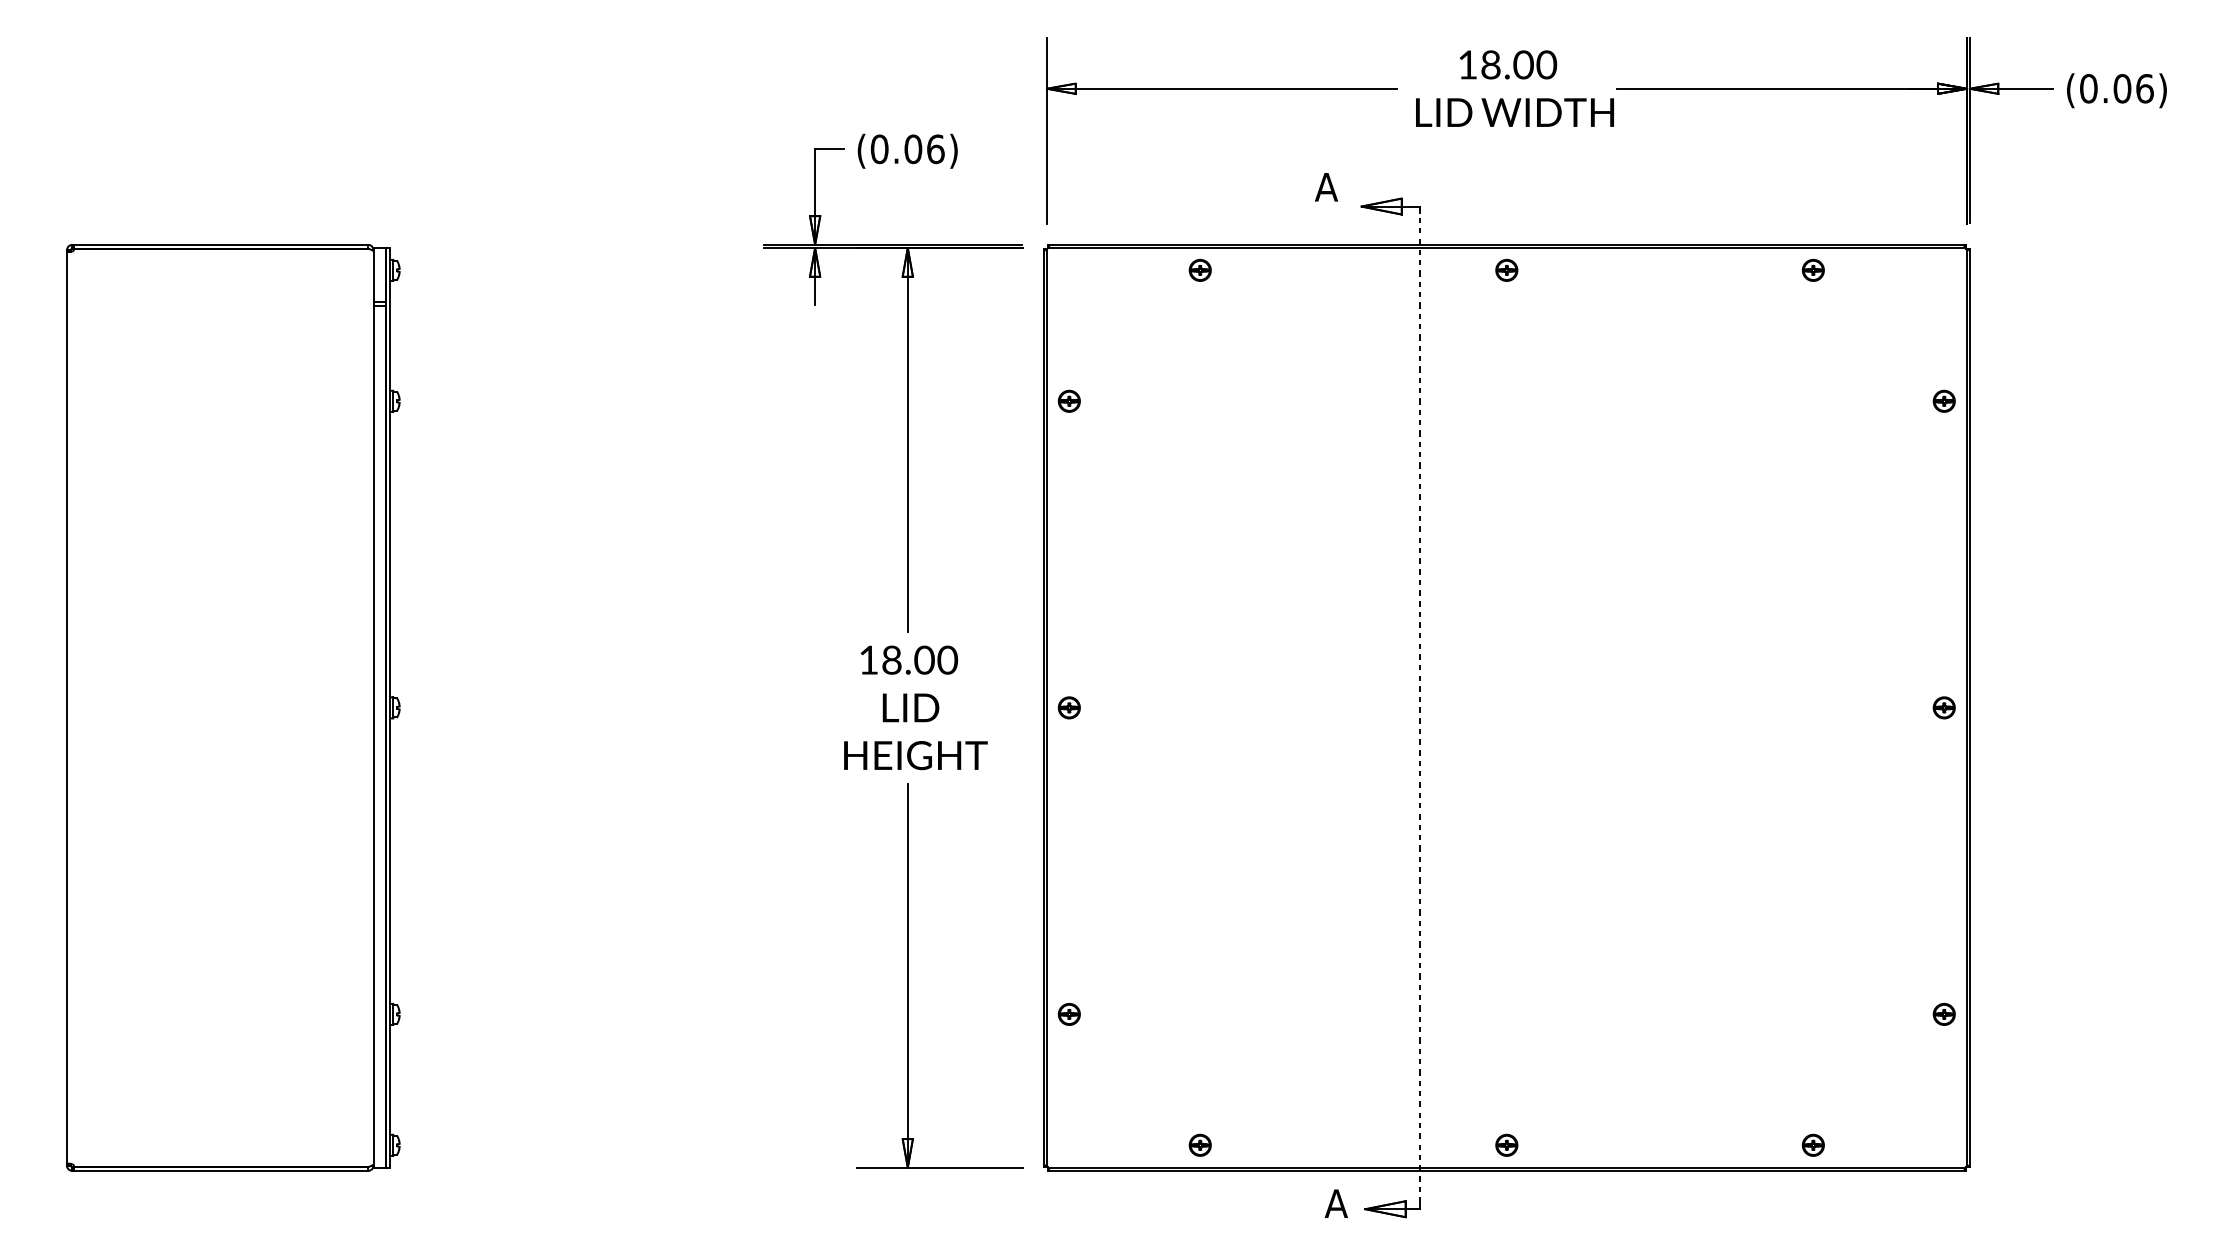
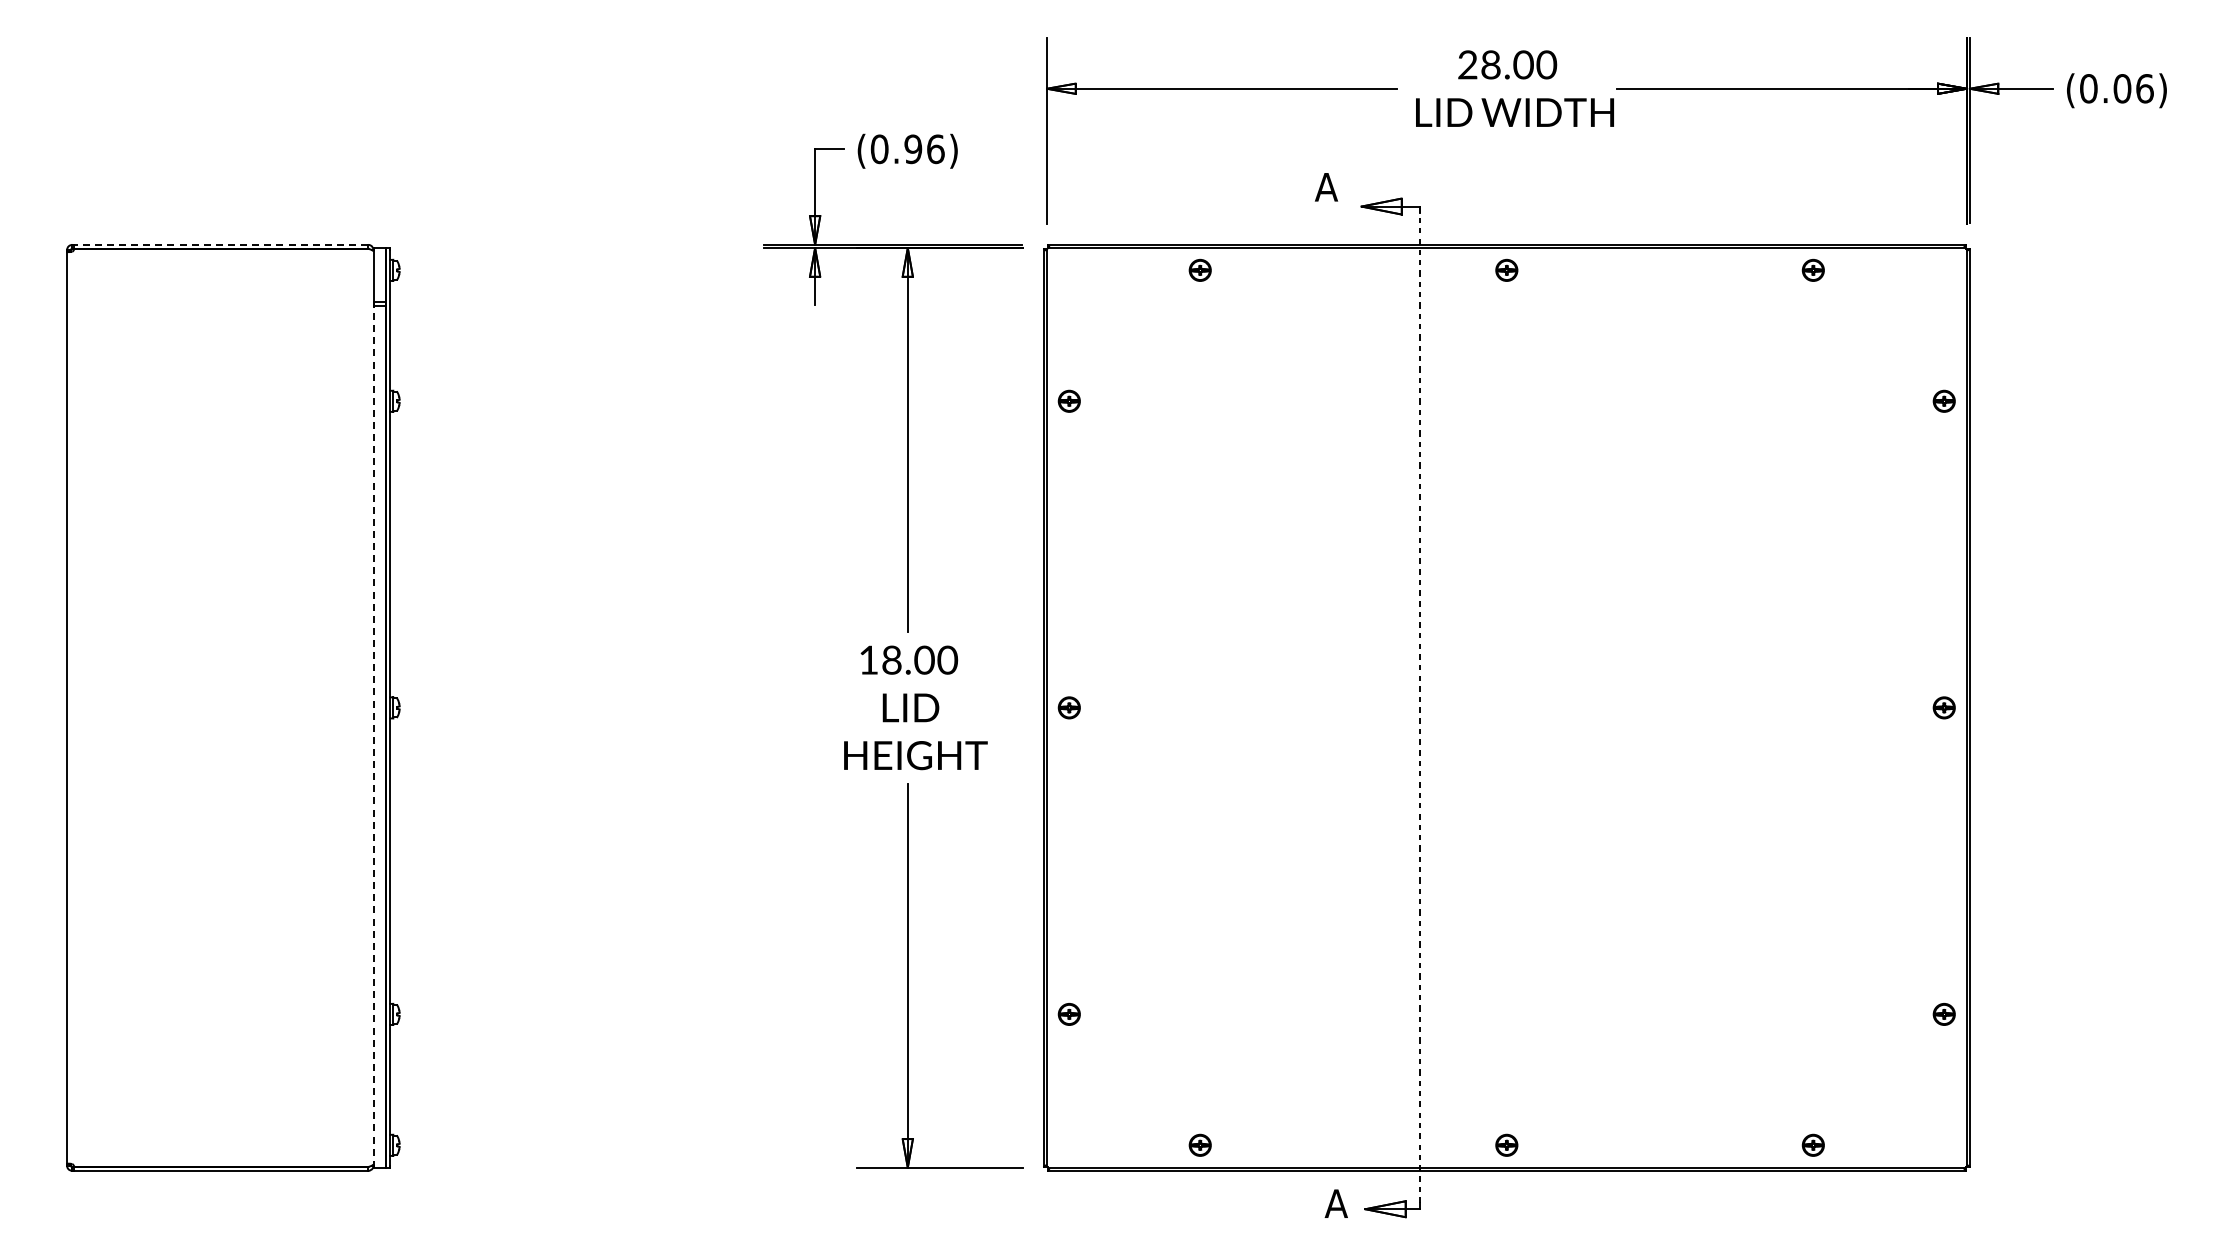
text at (1467, 64): 18.00 -> 28.00
text at (913, 149): (0.06) -> (0.96)
line at (221, 244): solid -> dashed
line at (373, 735): solid -> dashed
